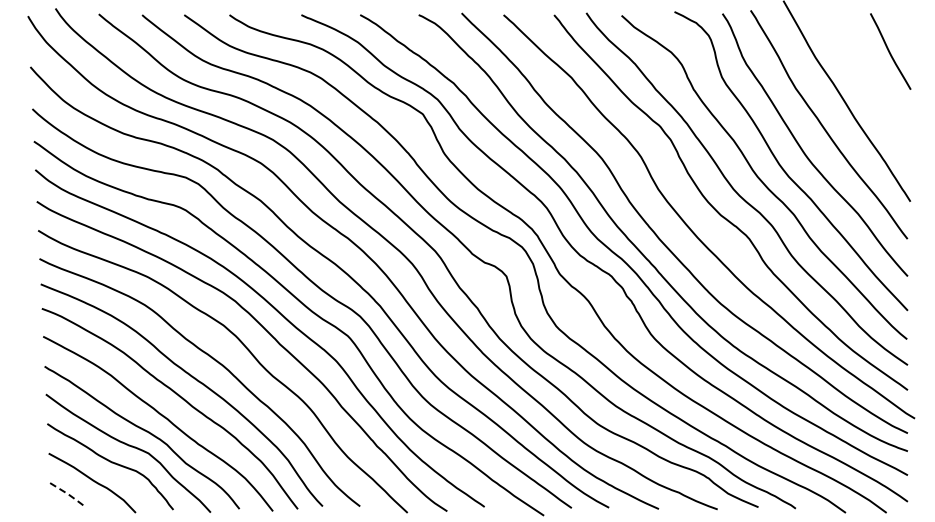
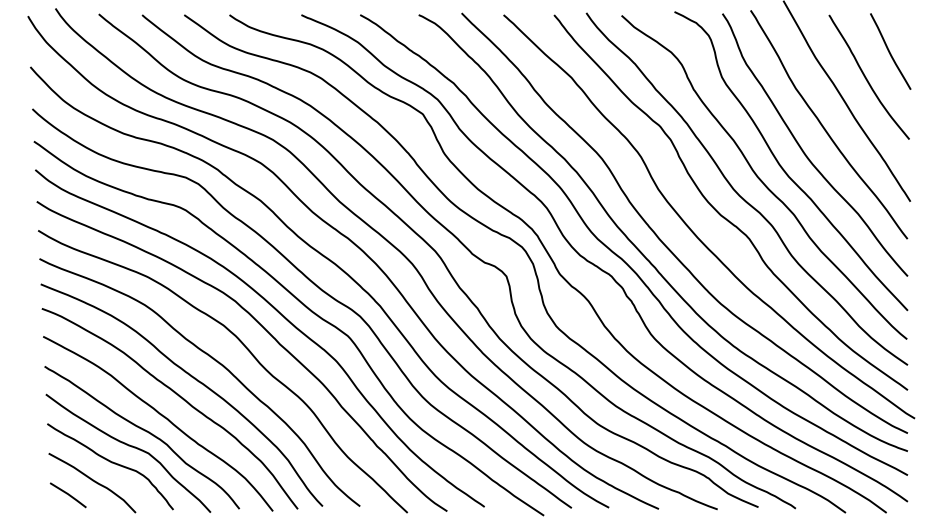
curve at (866, 77): none -> present
line at (69, 495): dashed -> solid
